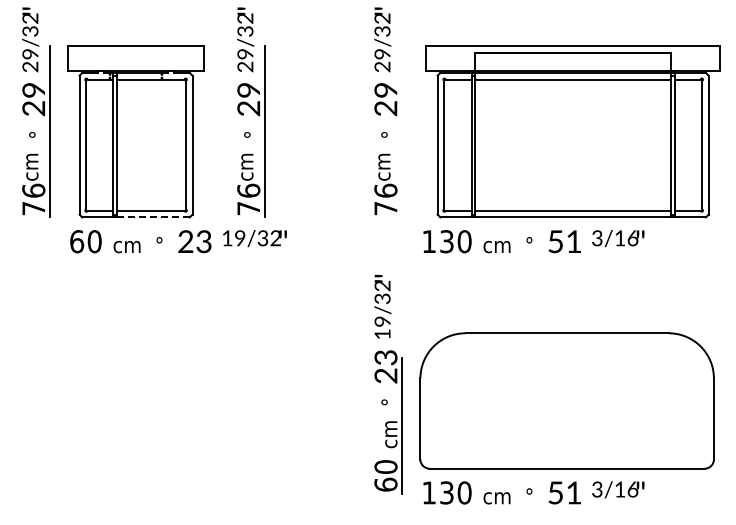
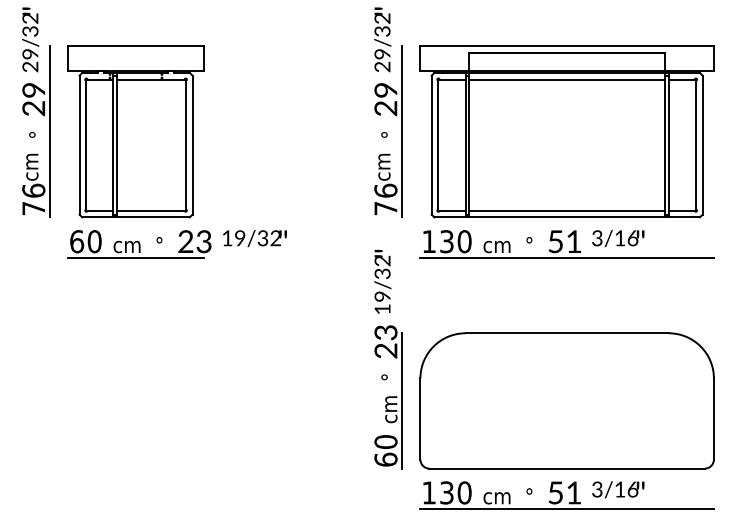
part at (251, 112): present -> none
line at (402, 131): none -> present
part at (572, 131) position: (572, 131) -> (566, 131)
line at (153, 217): dashed -> solid
line at (135, 258): none -> present
line at (566, 258): none -> present
part at (388, 384) position: (388, 384) -> (388, 359)
line at (566, 509): none -> present
